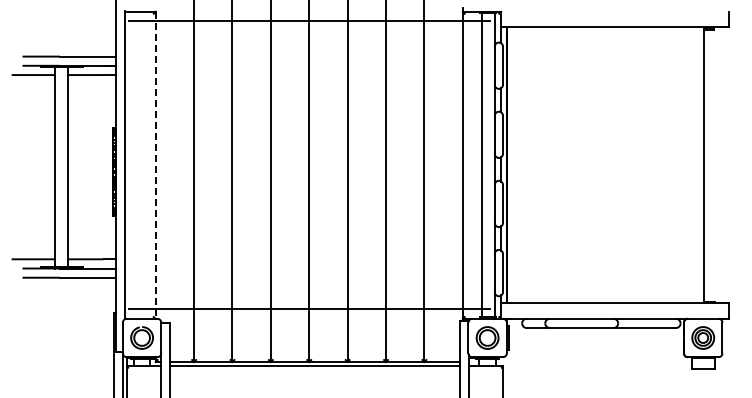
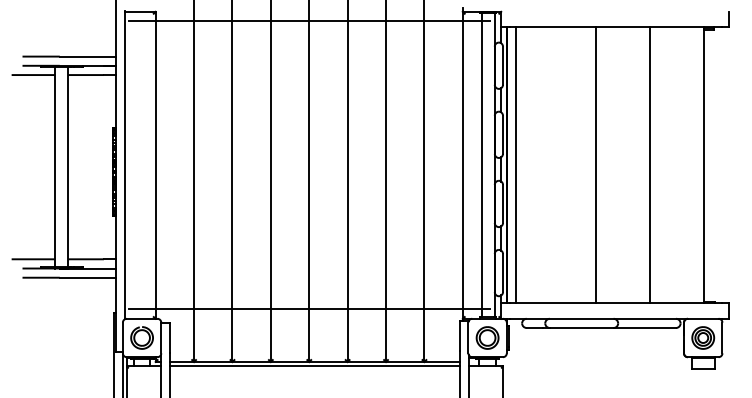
line at (155, 165): dashed -> solid
line at (515, 165): none -> present
line at (596, 165): none -> present
line at (649, 165): none -> present
